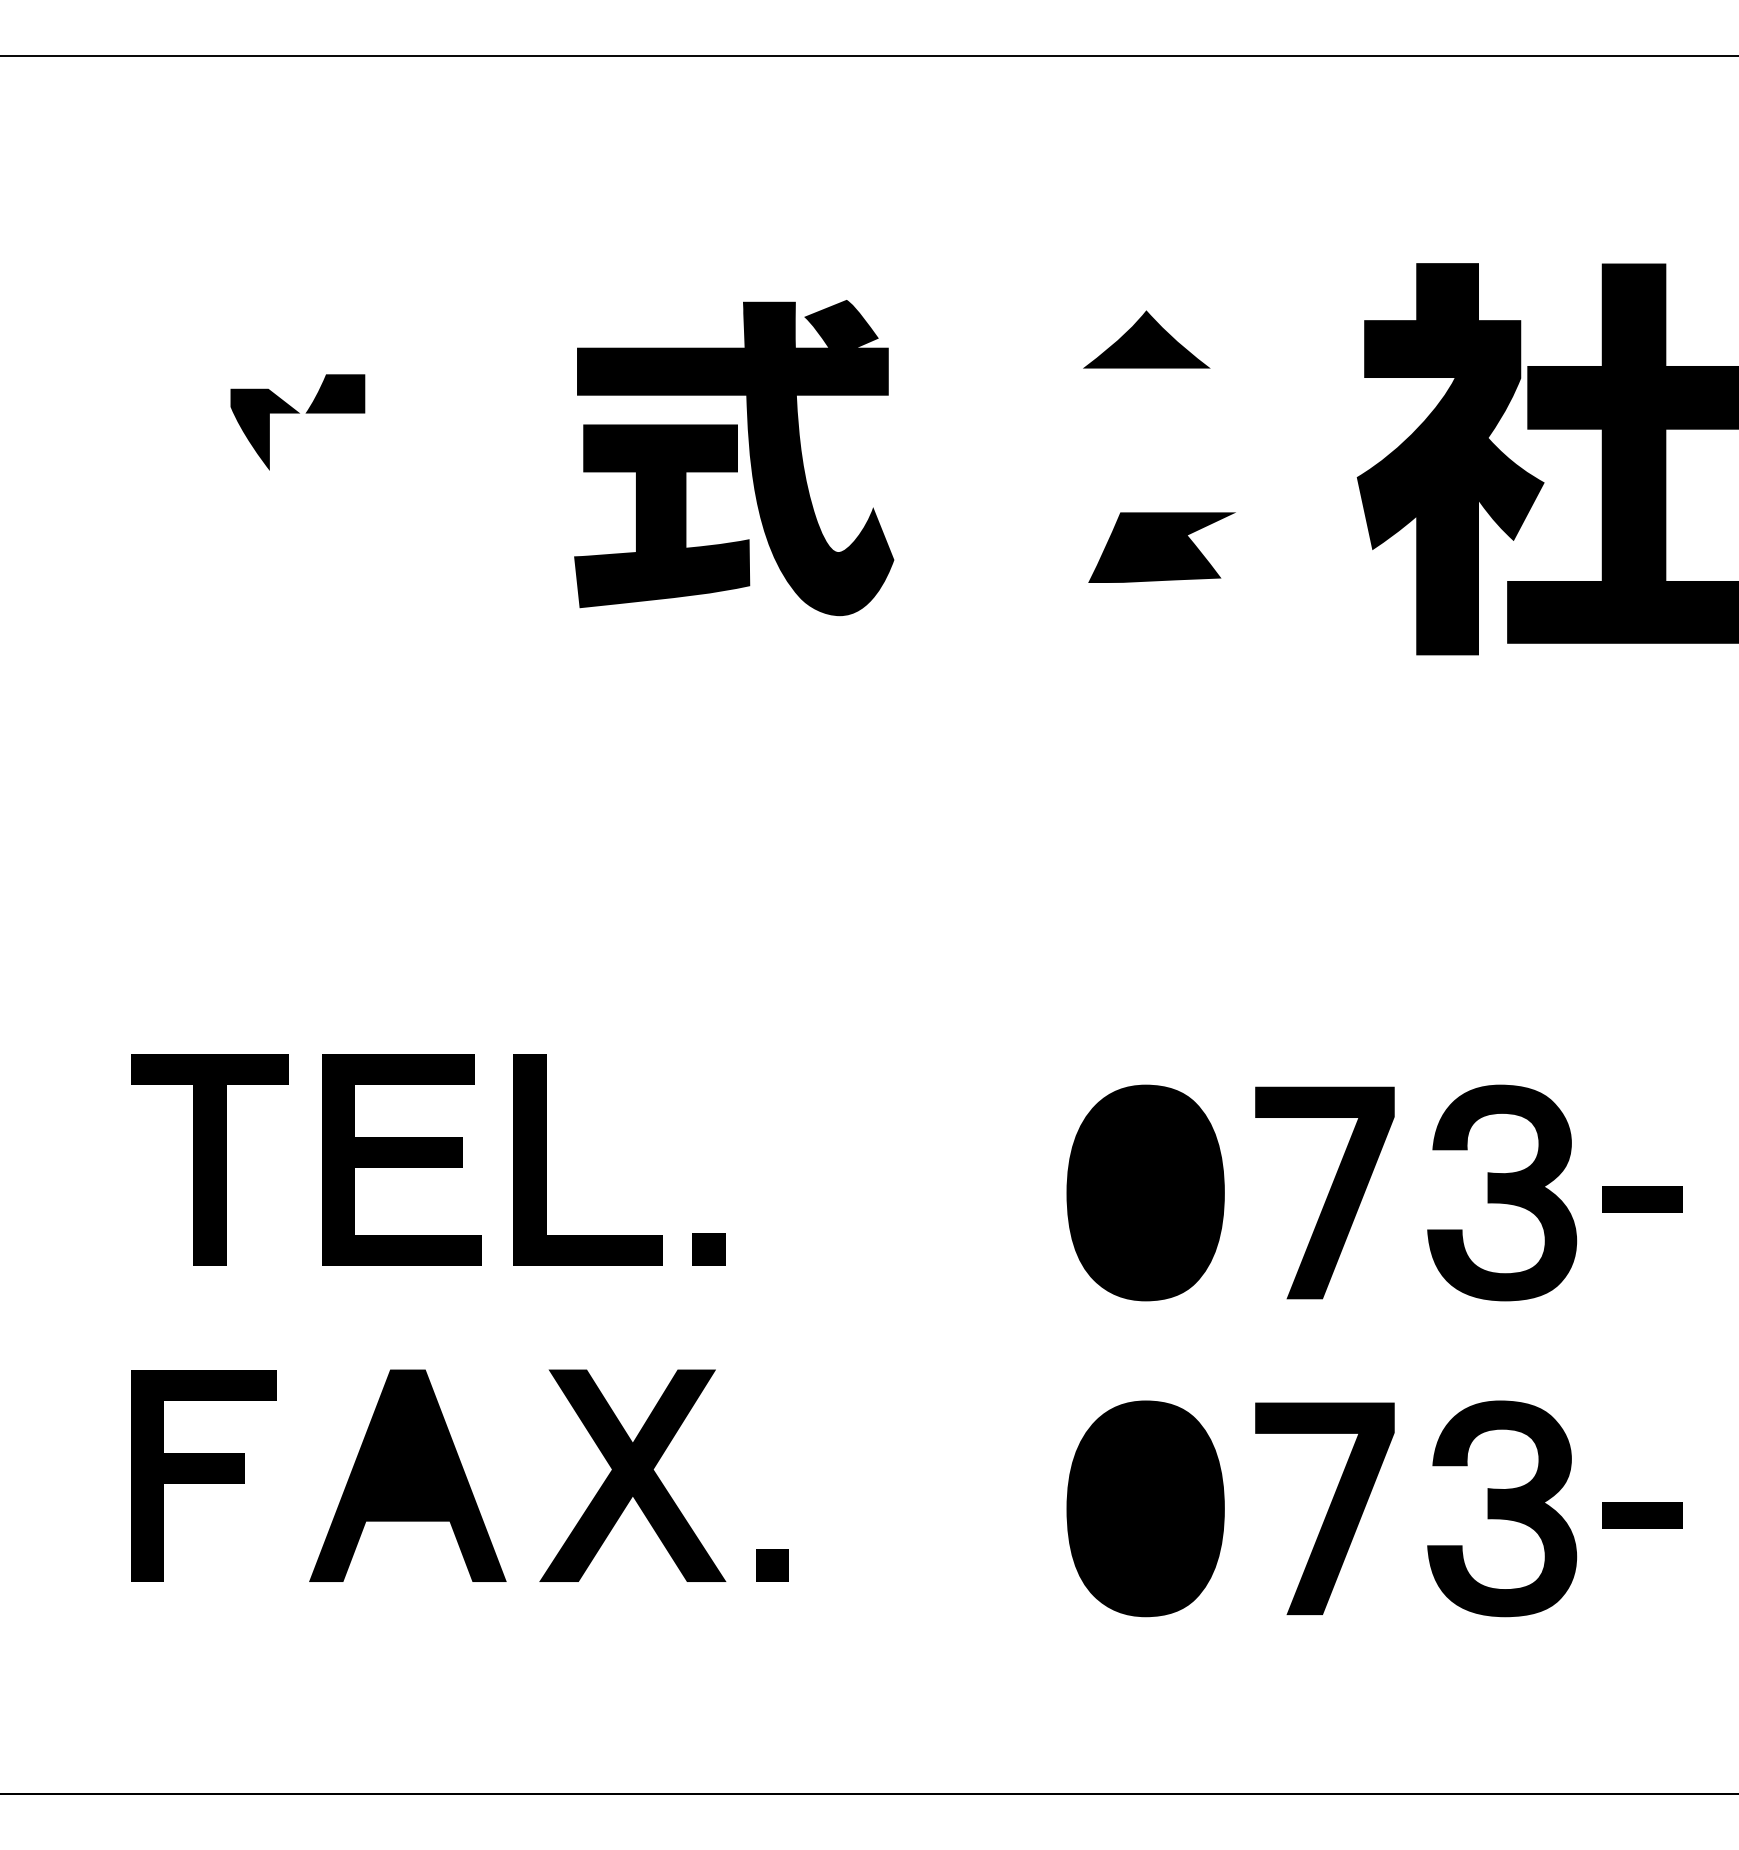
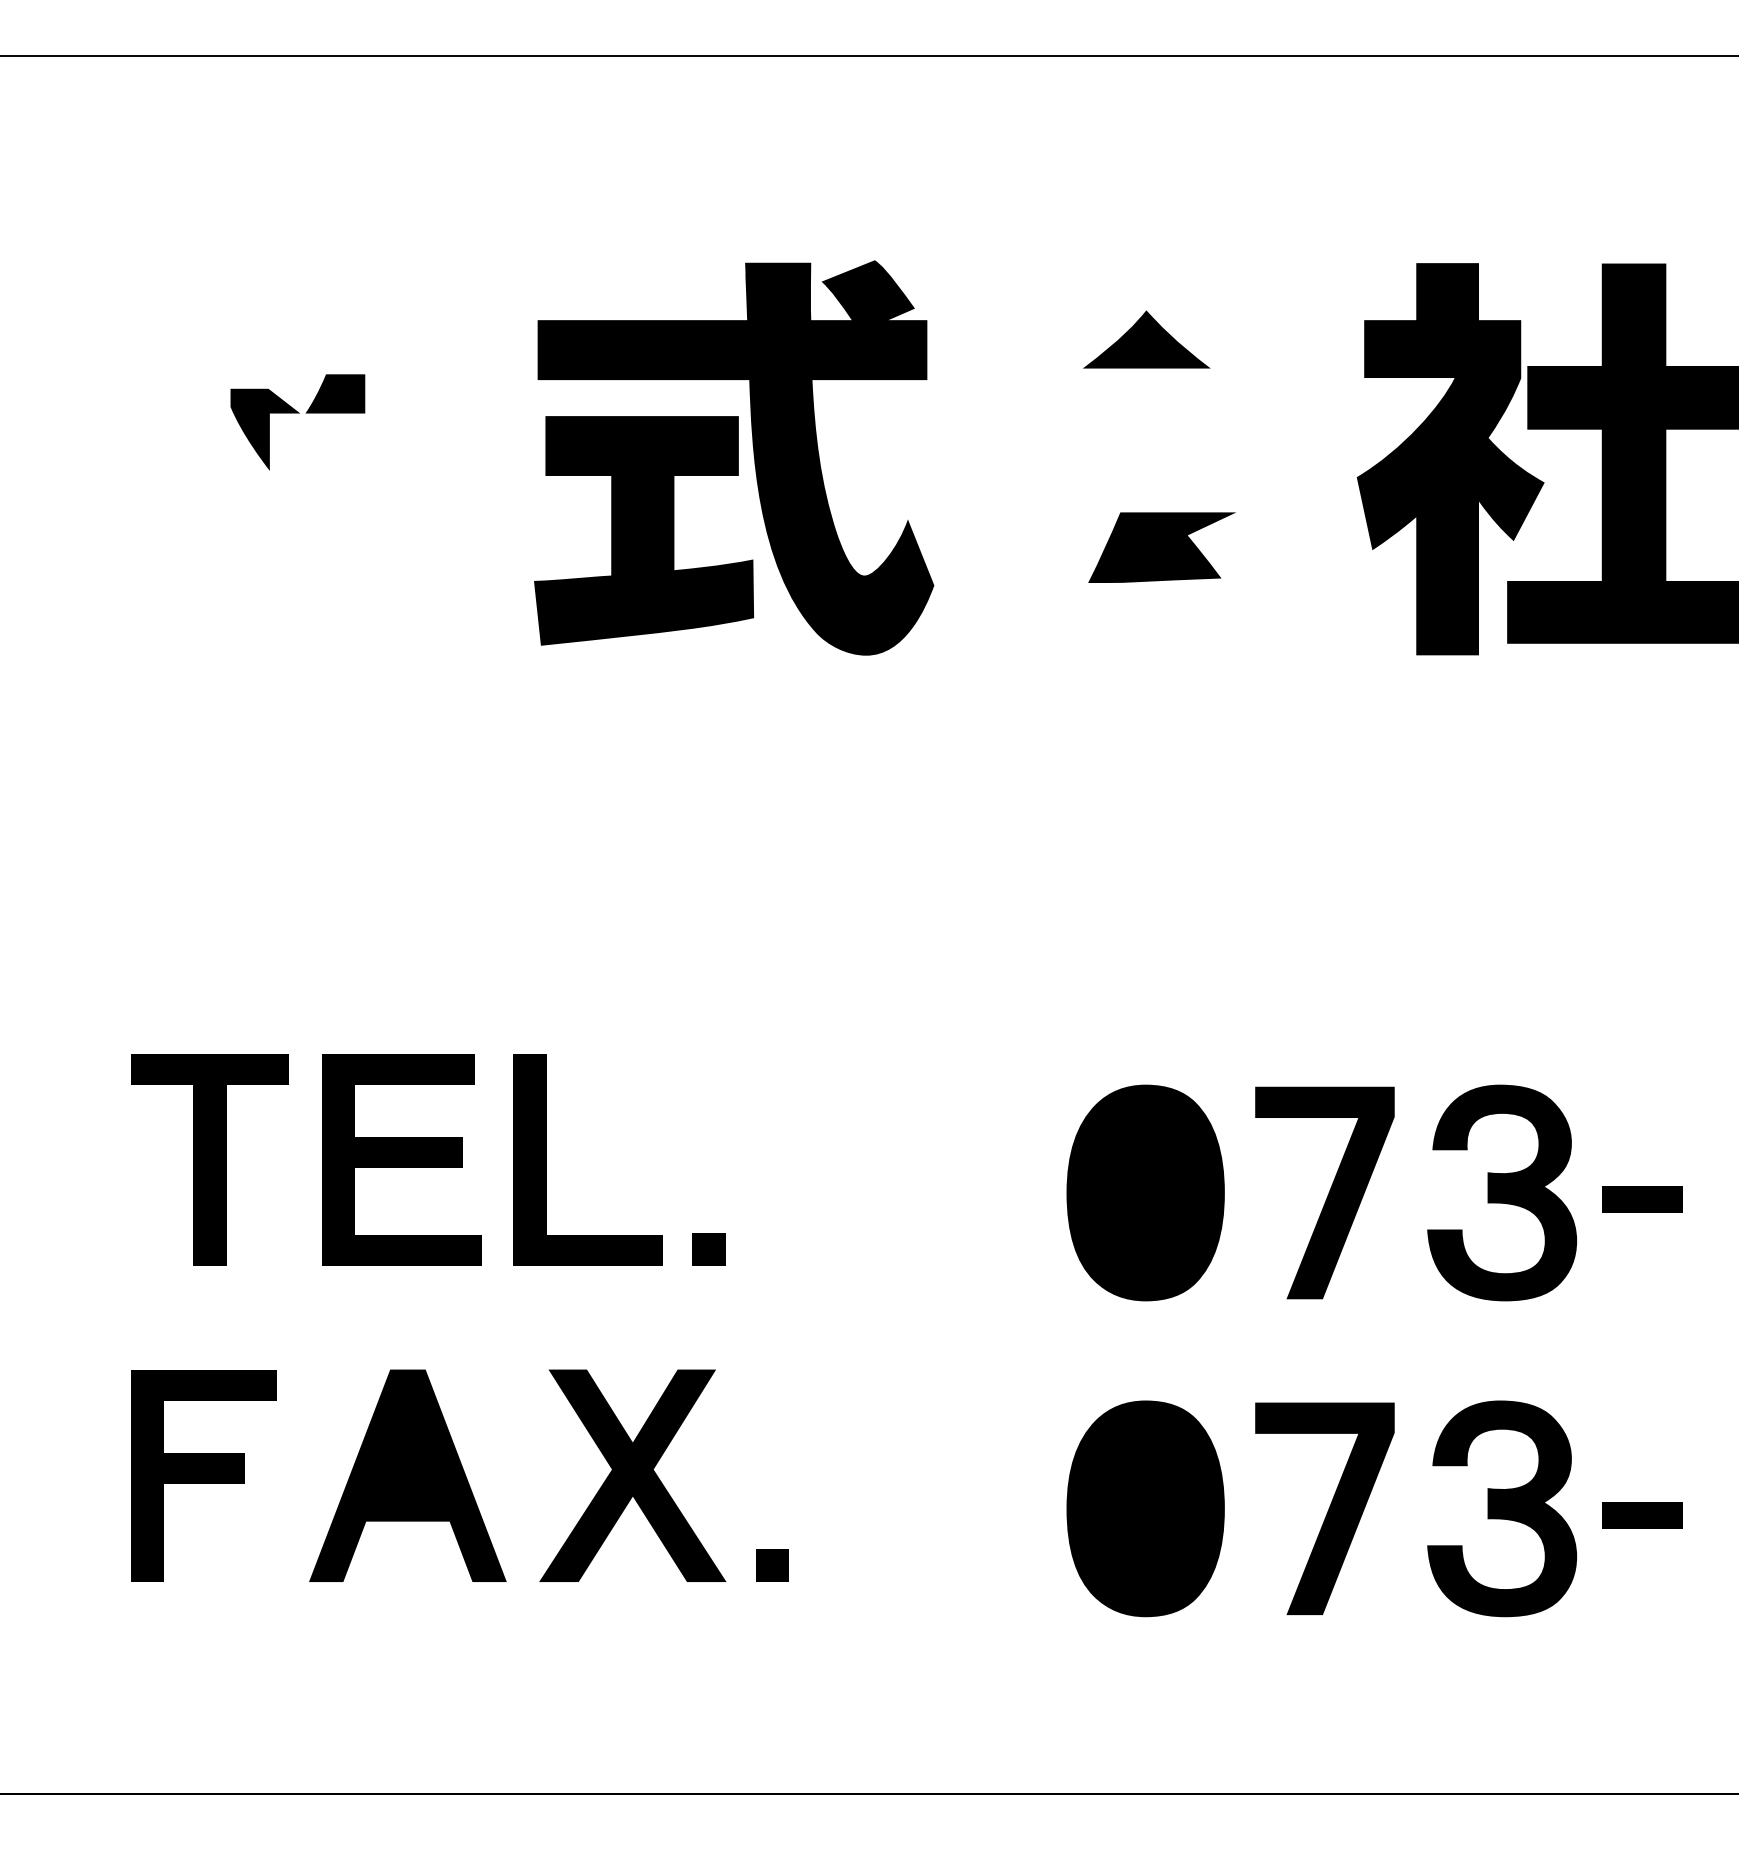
part at (734, 458) size: 321x317 px -> 401x396 px
